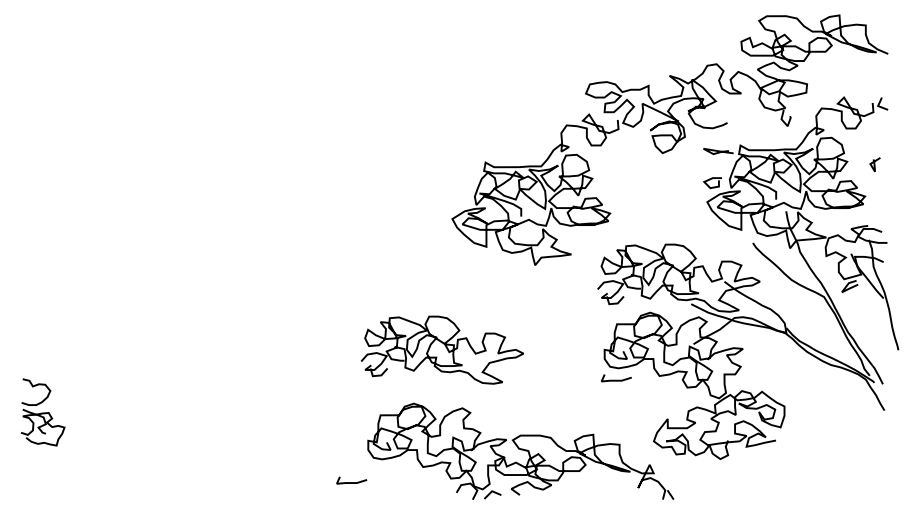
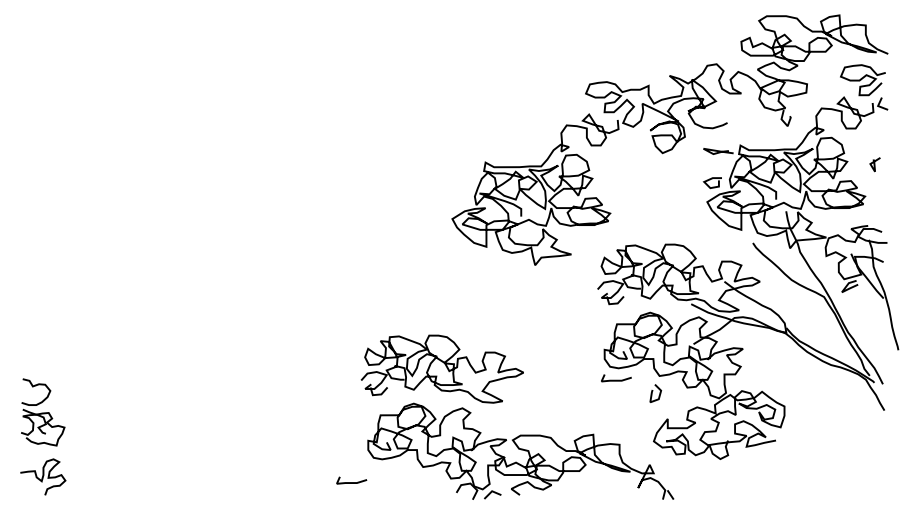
curve at (862, 79): none -> present
part at (441, 349) position: (441, 349) -> (441, 368)
curve at (653, 391): none -> present
curve at (43, 476): none -> present
